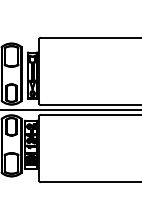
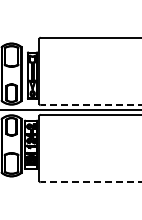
line at (90, 105): solid -> dashed
line at (90, 182): solid -> dashed
